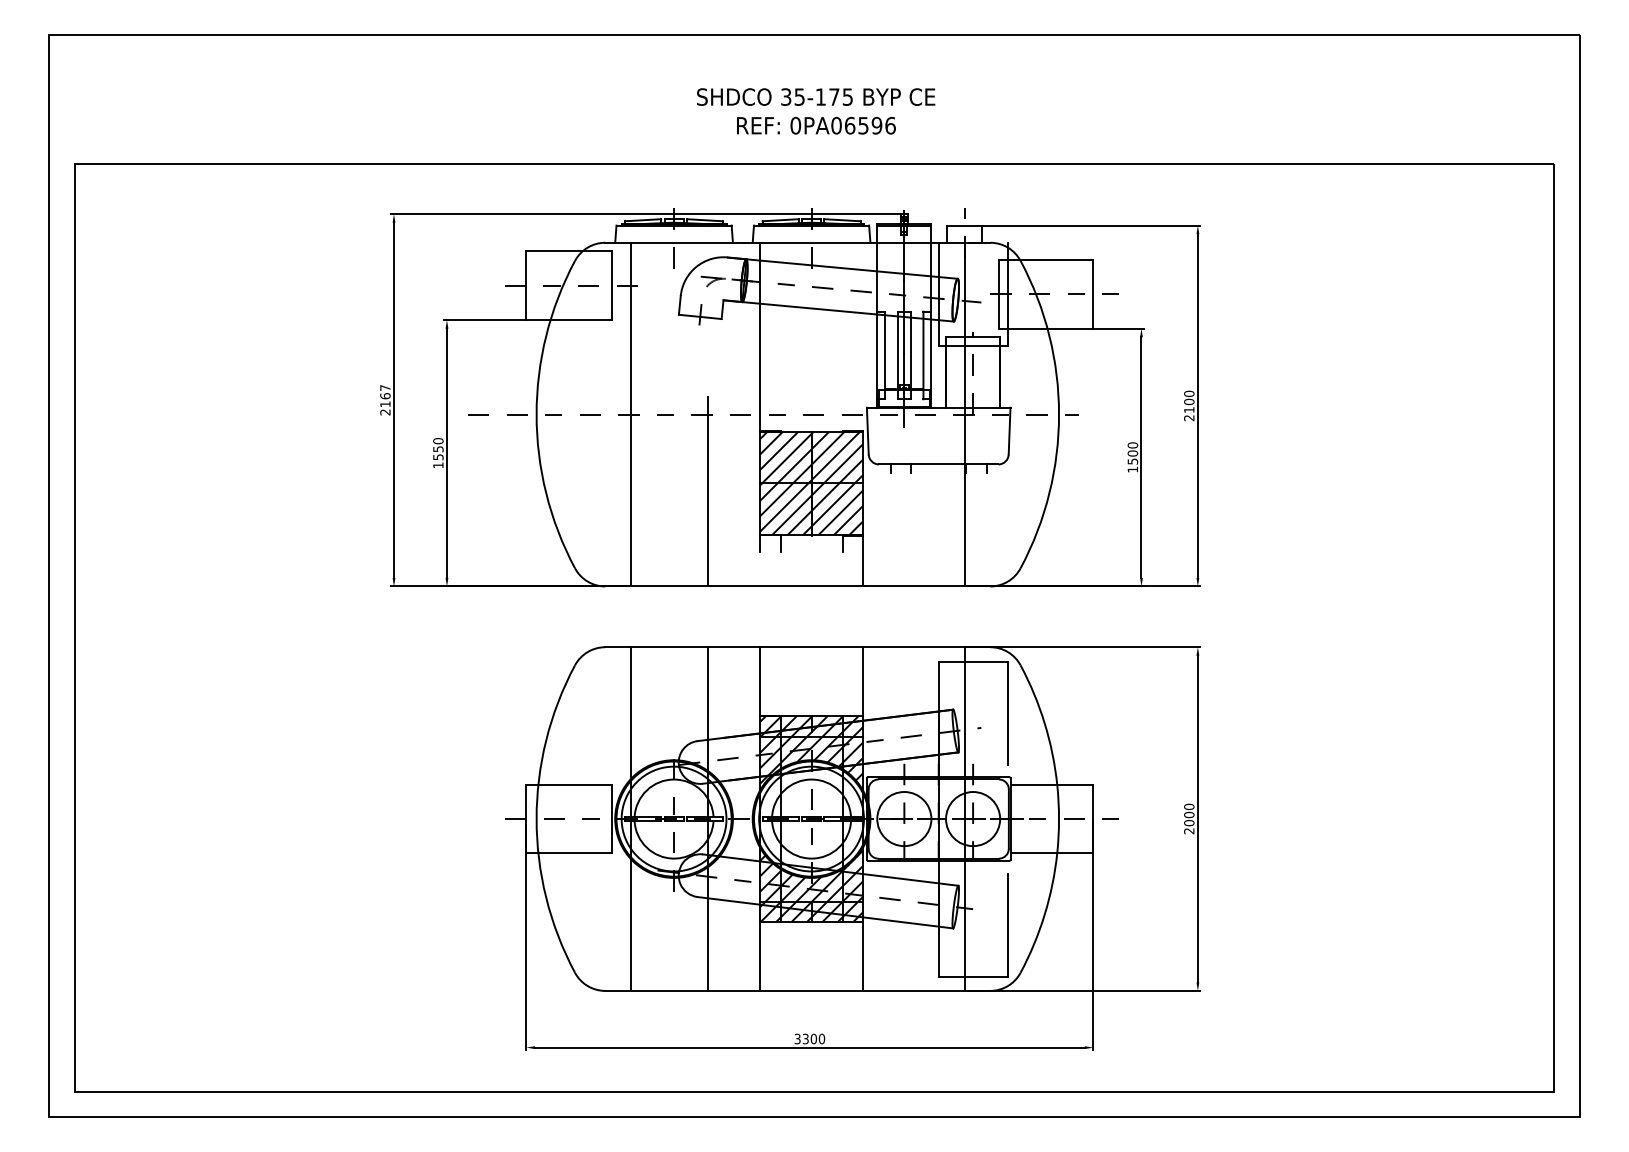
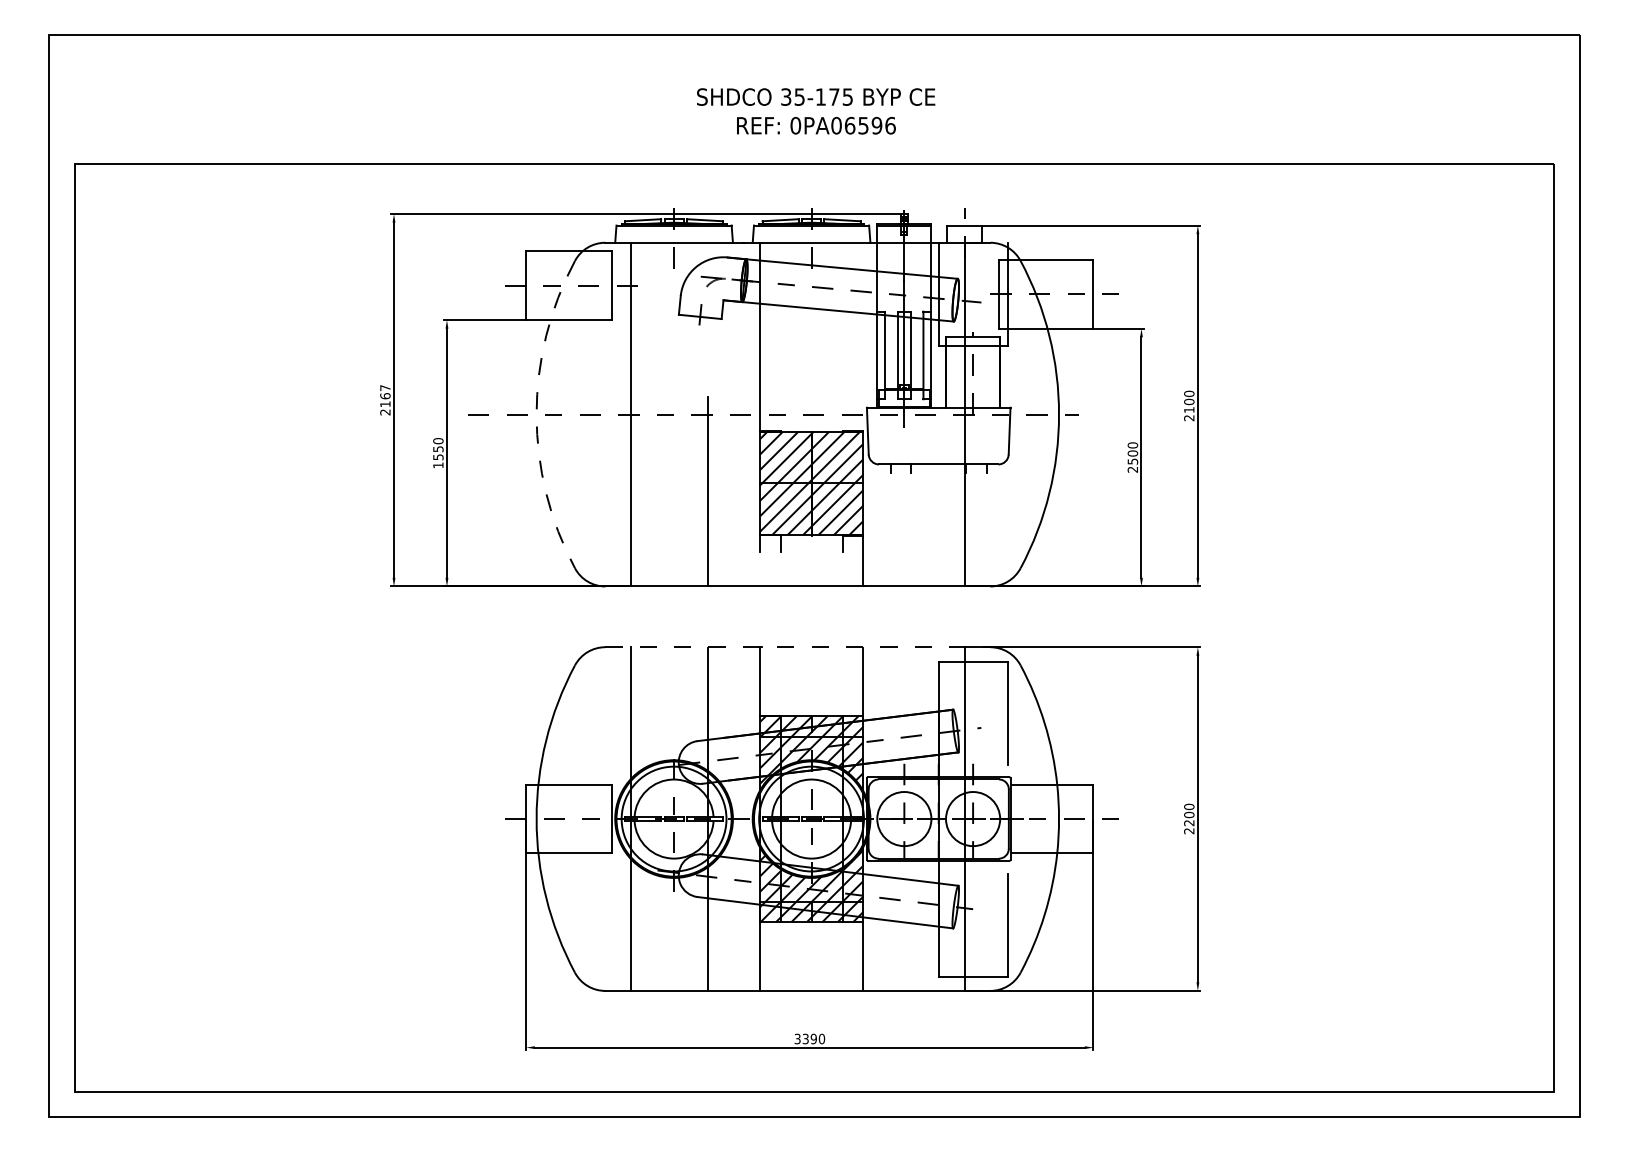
arc at (536, 414): solid -> dashed
text at (1132, 469): 1500 -> 2500
line at (798, 647): solid -> dashed
text at (1189, 823): 2000 -> 2200
text at (813, 1039): 3300 -> 3390
